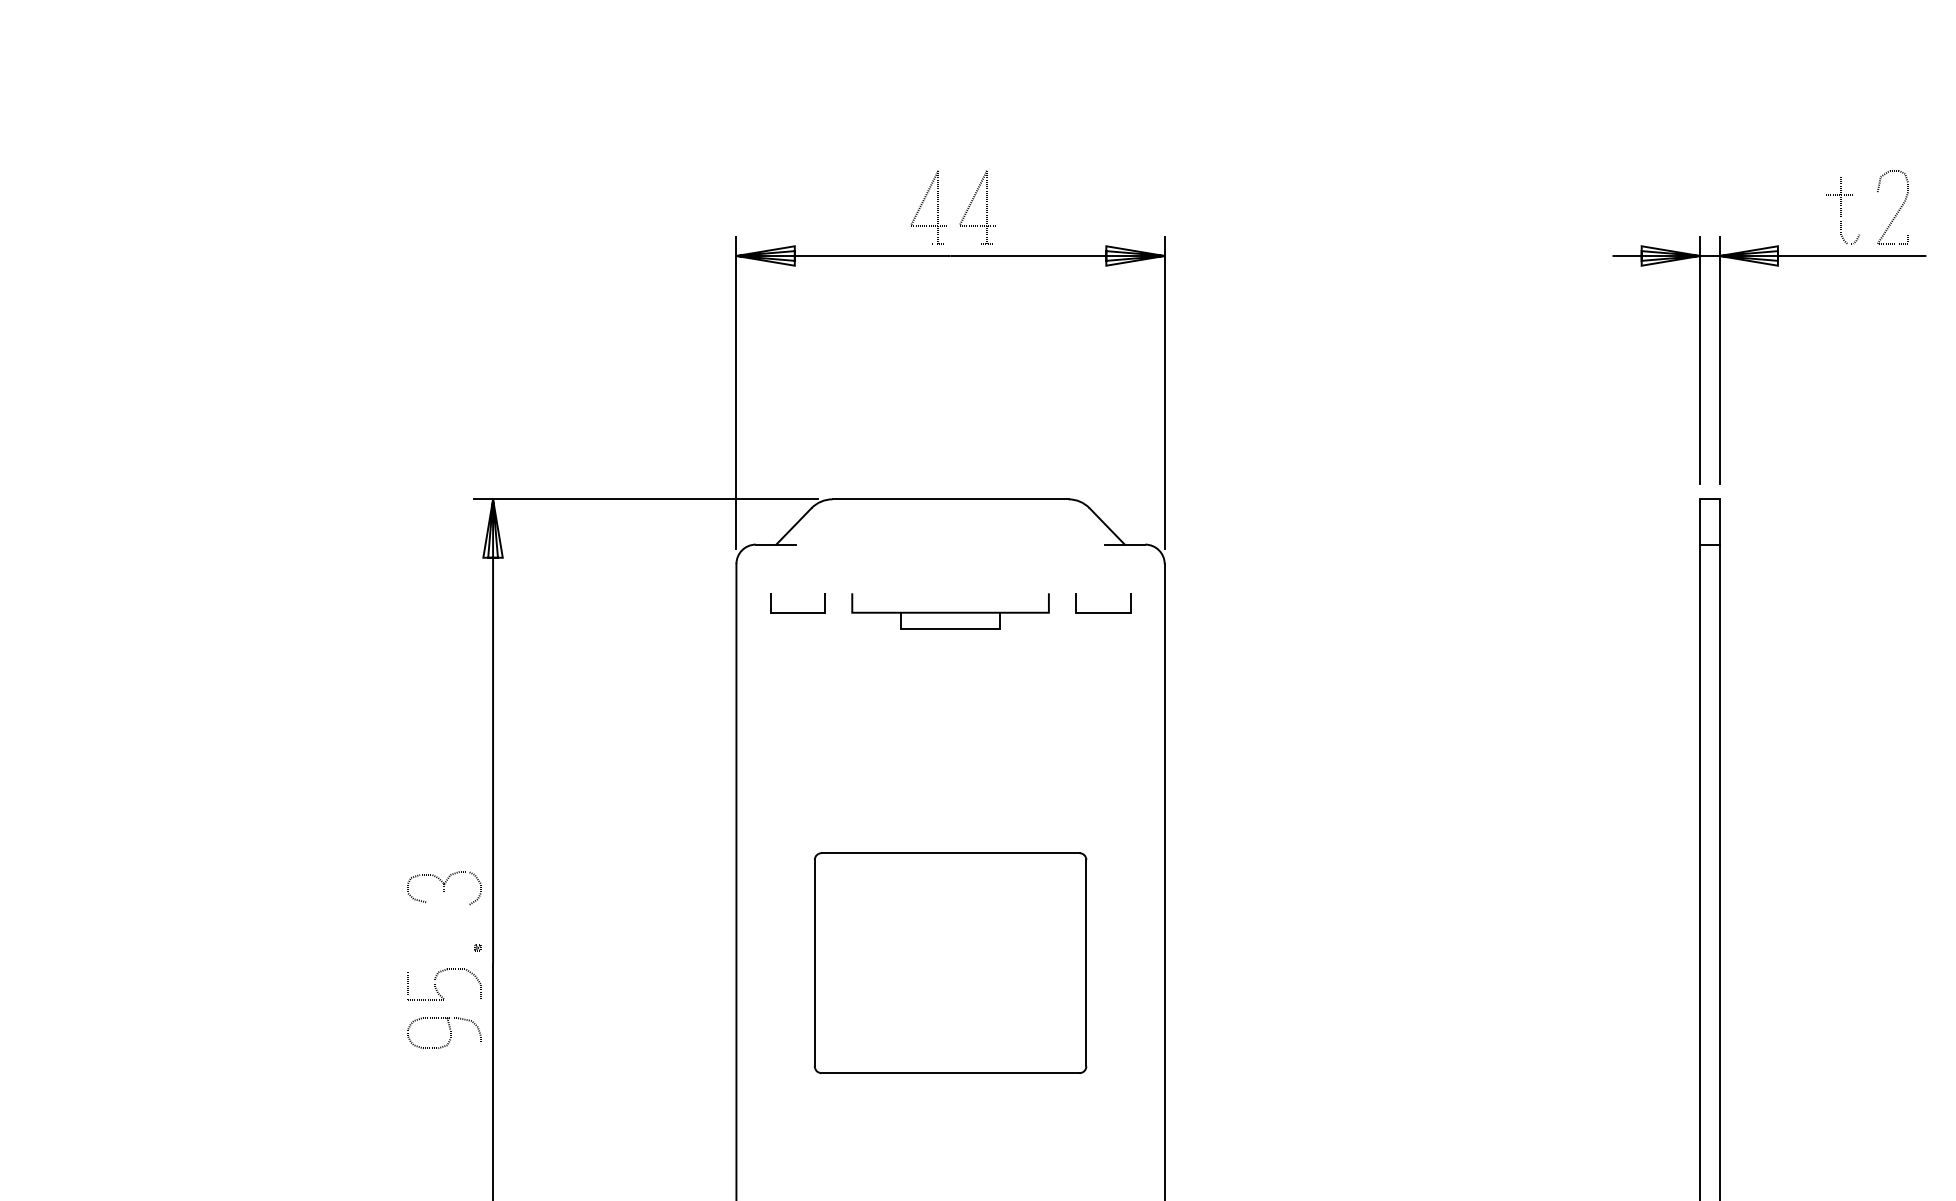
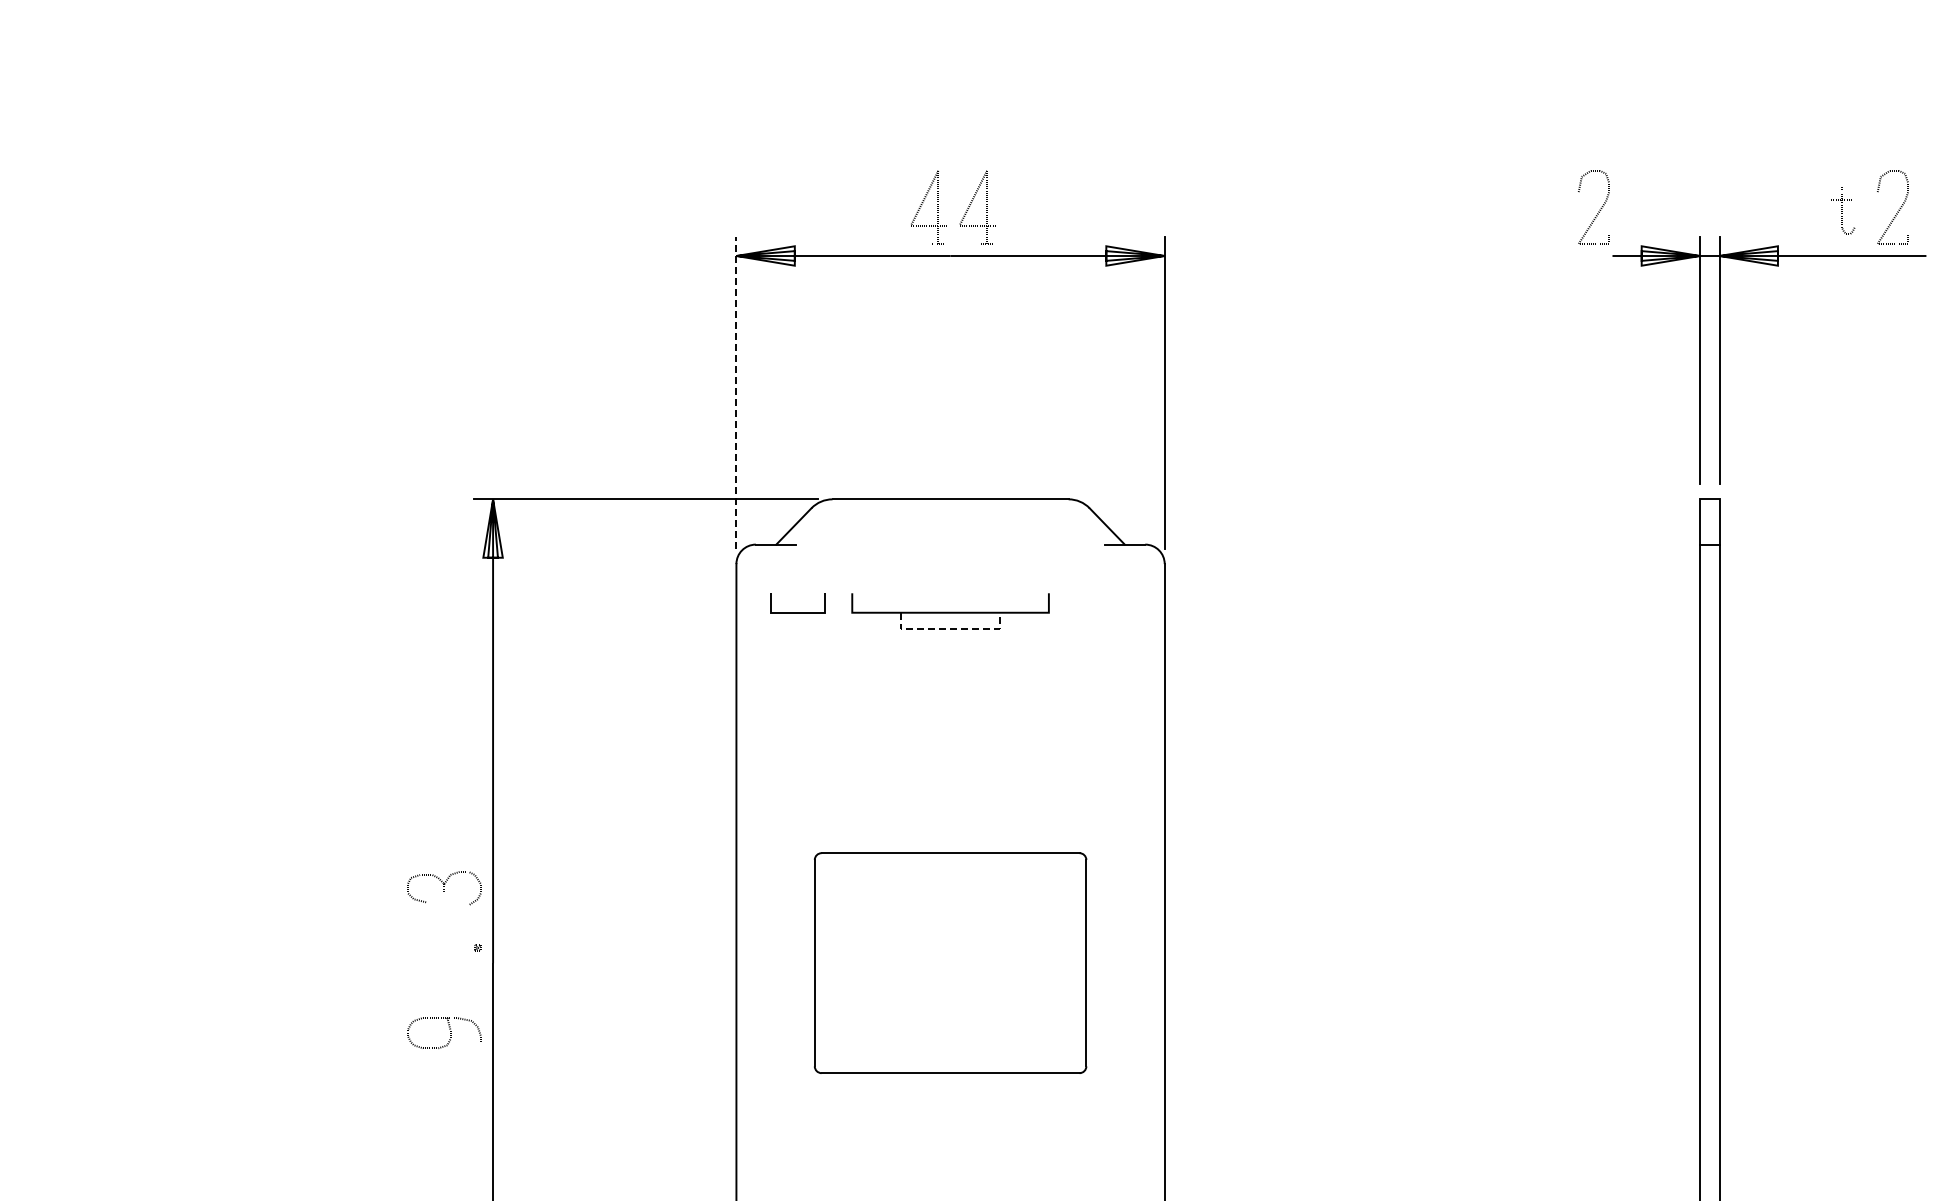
curve at (1599, 209): none -> present
part at (1843, 210) size: 35x68 px -> 25x48 px
line at (736, 392): solid -> dashed
line at (1103, 612): present -> none
line at (950, 629): solid -> dashed
part at (436, 987): present -> none
